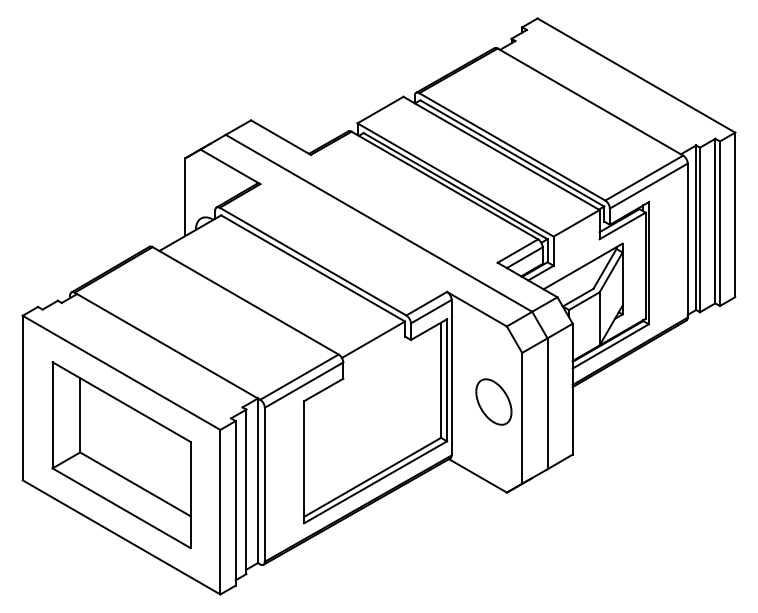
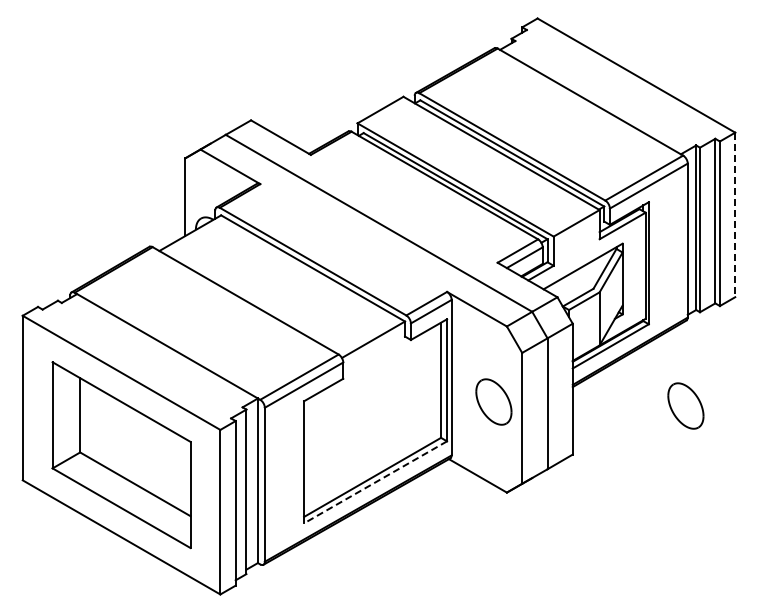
line at (735, 215): solid -> dashed
part at (685, 405): none -> present
line at (375, 482): solid -> dashed
